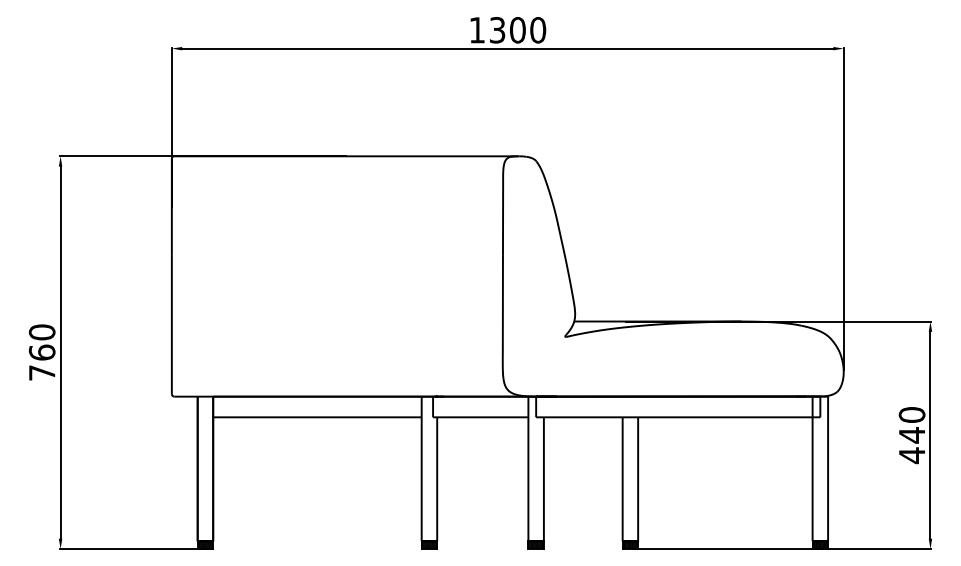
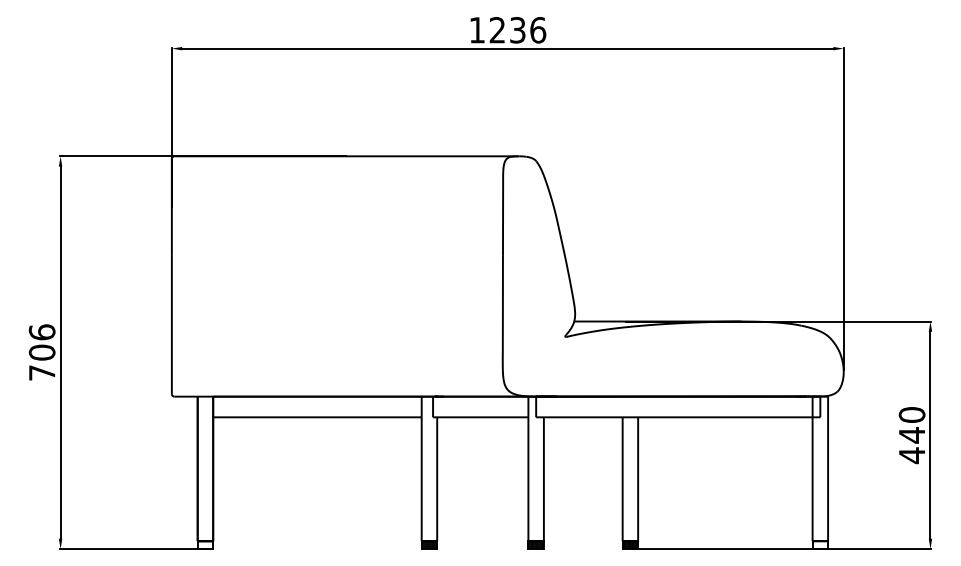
text at (517, 30): 1300 -> 1236
text at (41, 342): 760 -> 706
hatch at (204, 545): present -> none
hatch at (820, 545): present -> none
